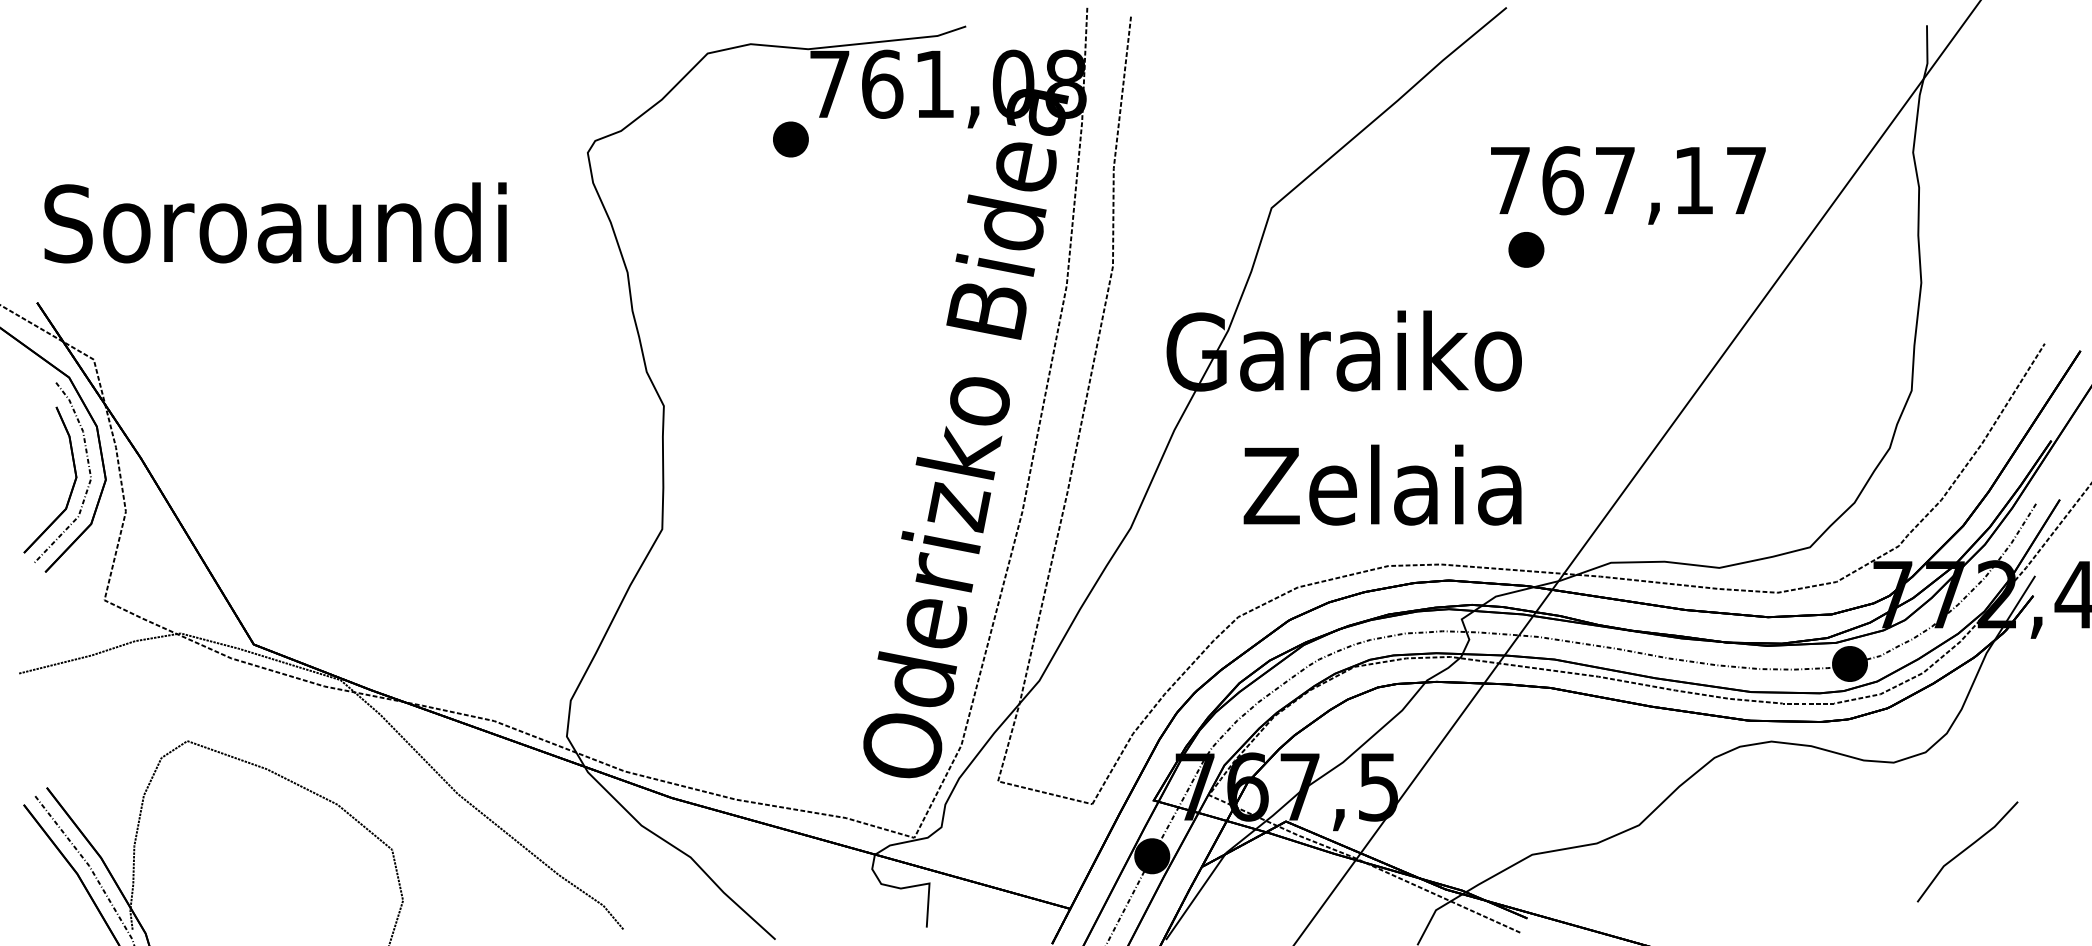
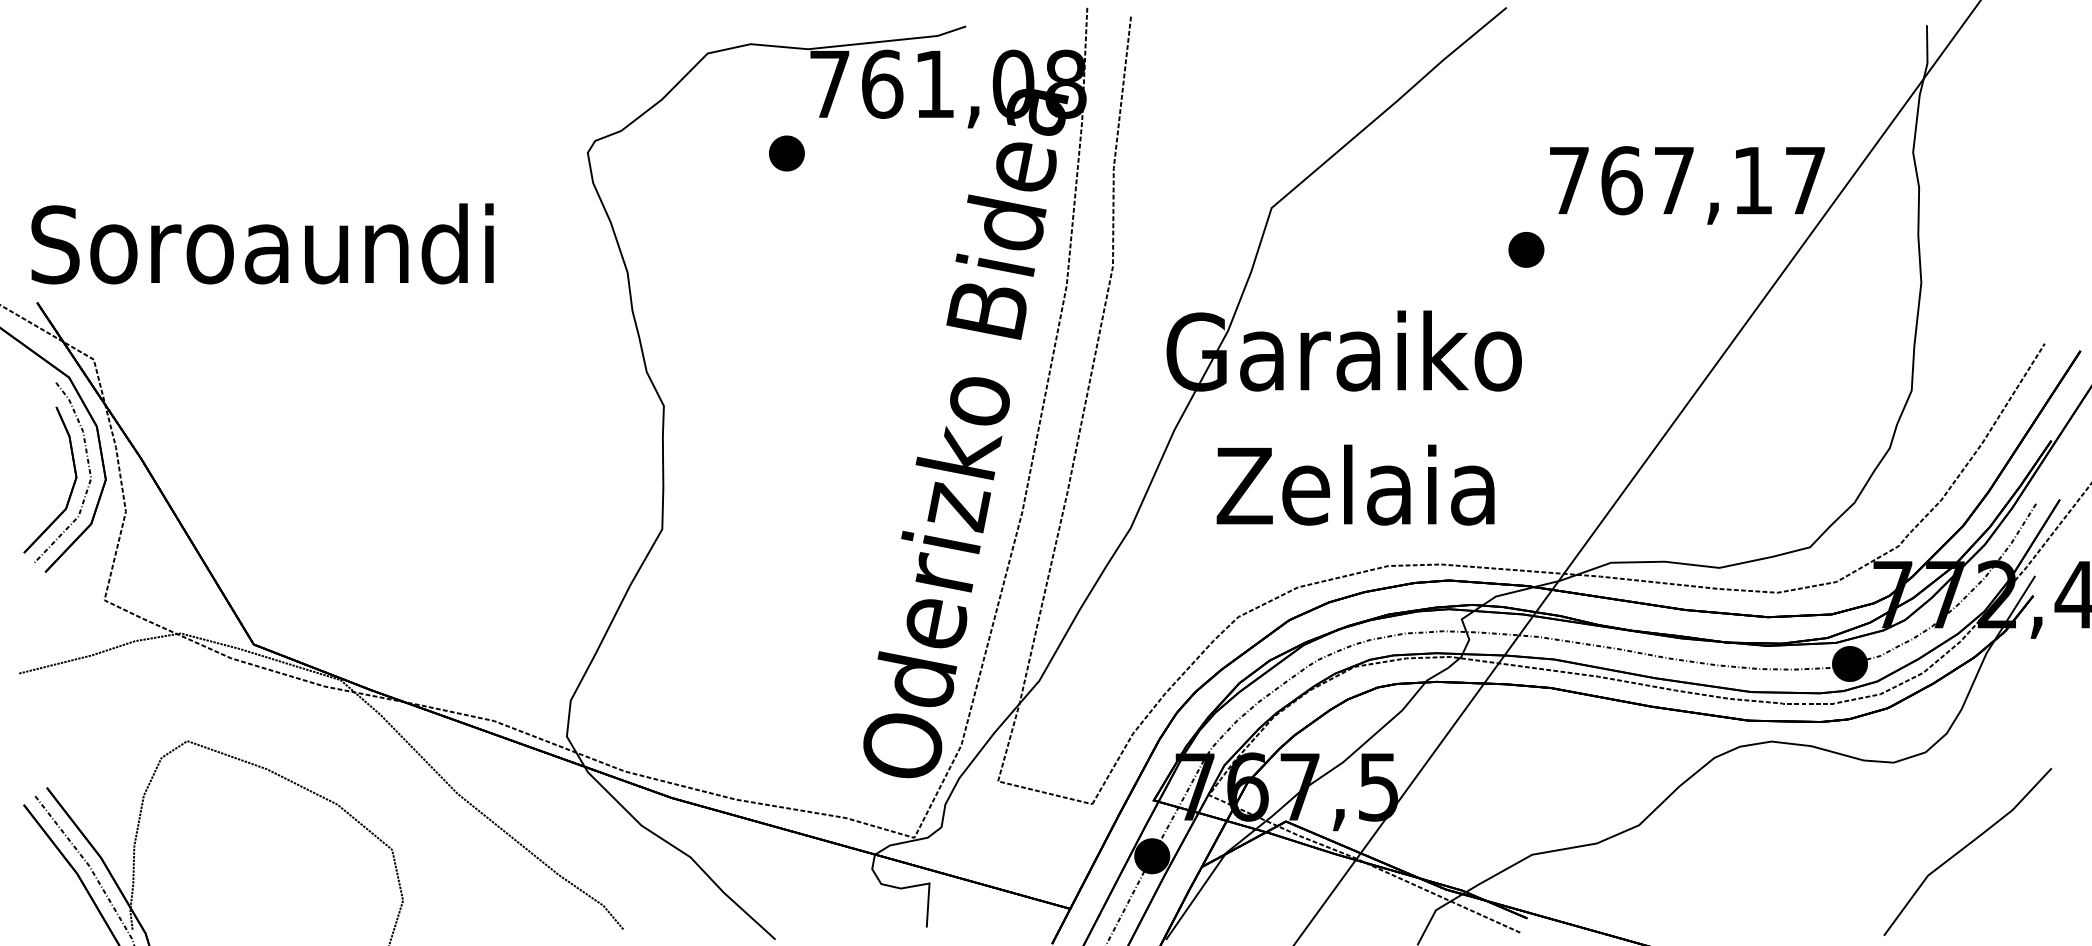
part at (790, 139) position: (790, 139) -> (786, 153)
text at (1628, 185) position: (1628, 185) -> (1687, 185)
text at (275, 222) position: (275, 222) -> (262, 243)
text at (1382, 484) position: (1382, 484) -> (1355, 484)
part at (1967, 851) size: 103x102 px -> 169x168 px
